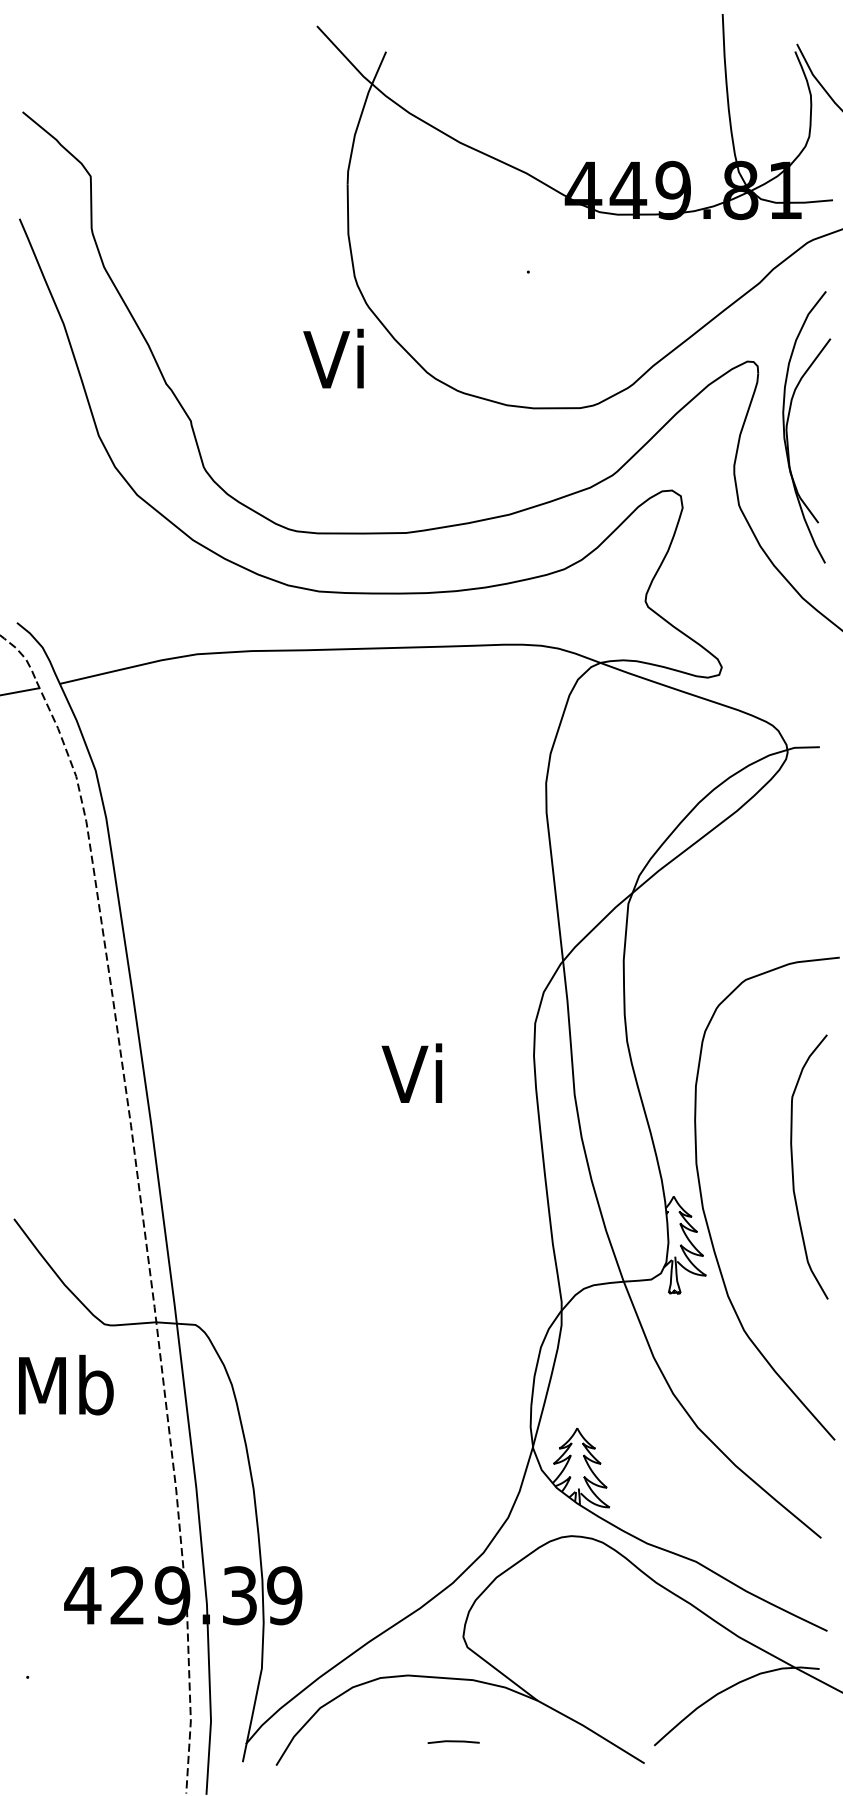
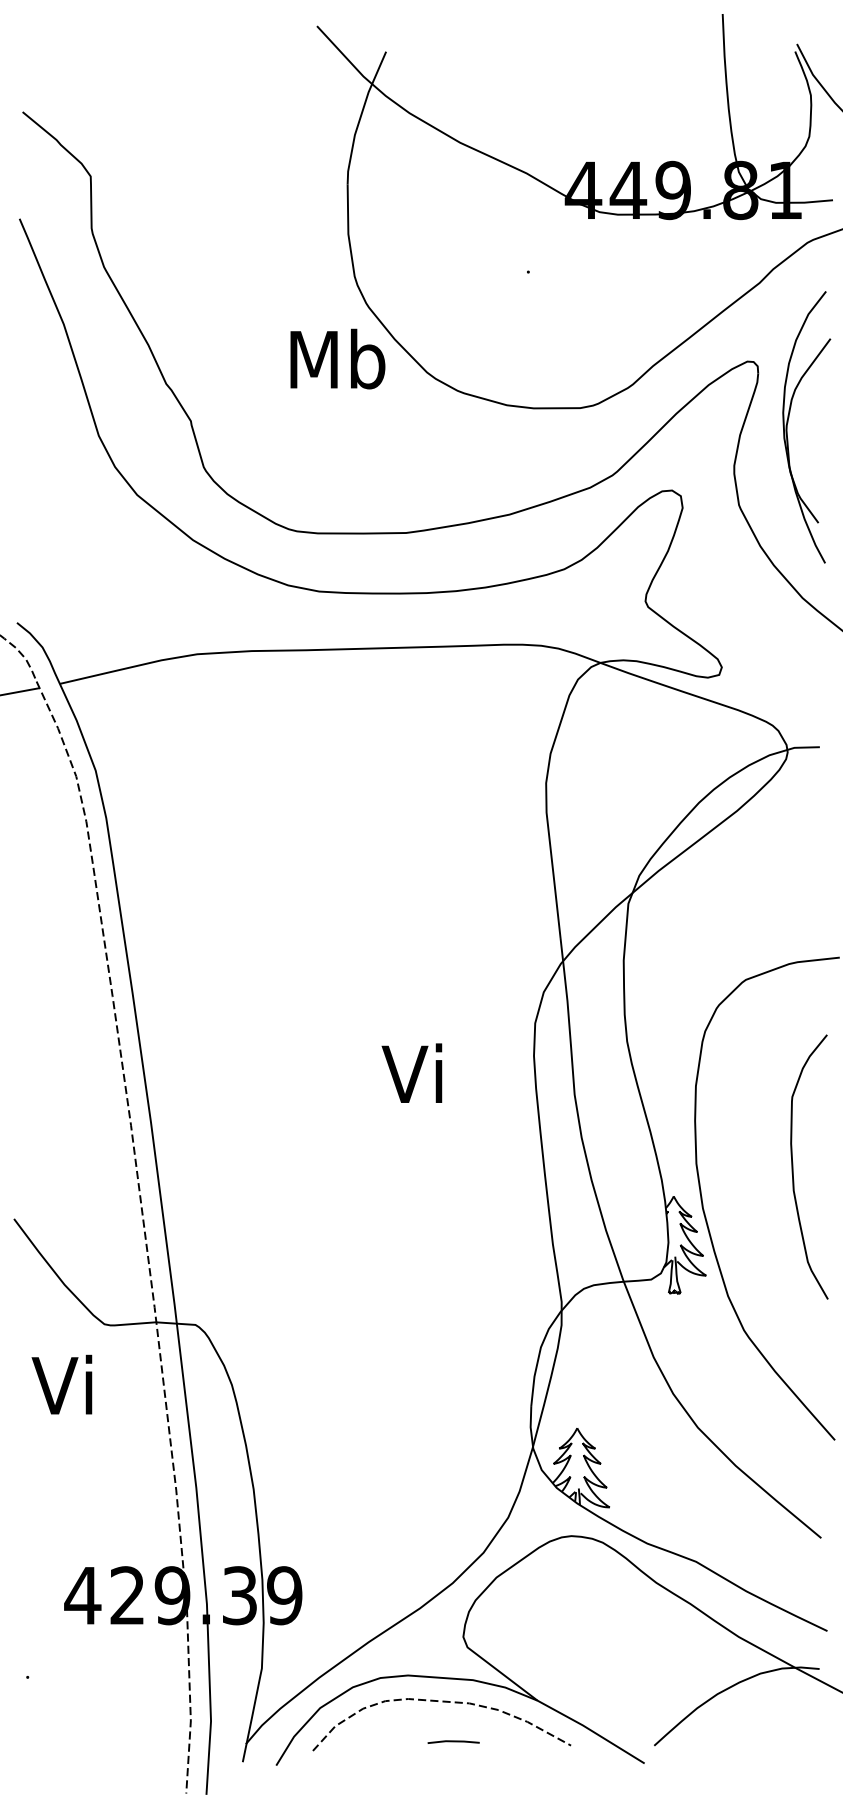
text at (337, 358): Vi -> Mb
text at (66, 1384): Mb -> Vi
curve at (442, 1702): none -> present
